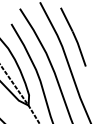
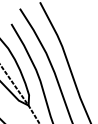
part at (73, 36): present -> none
